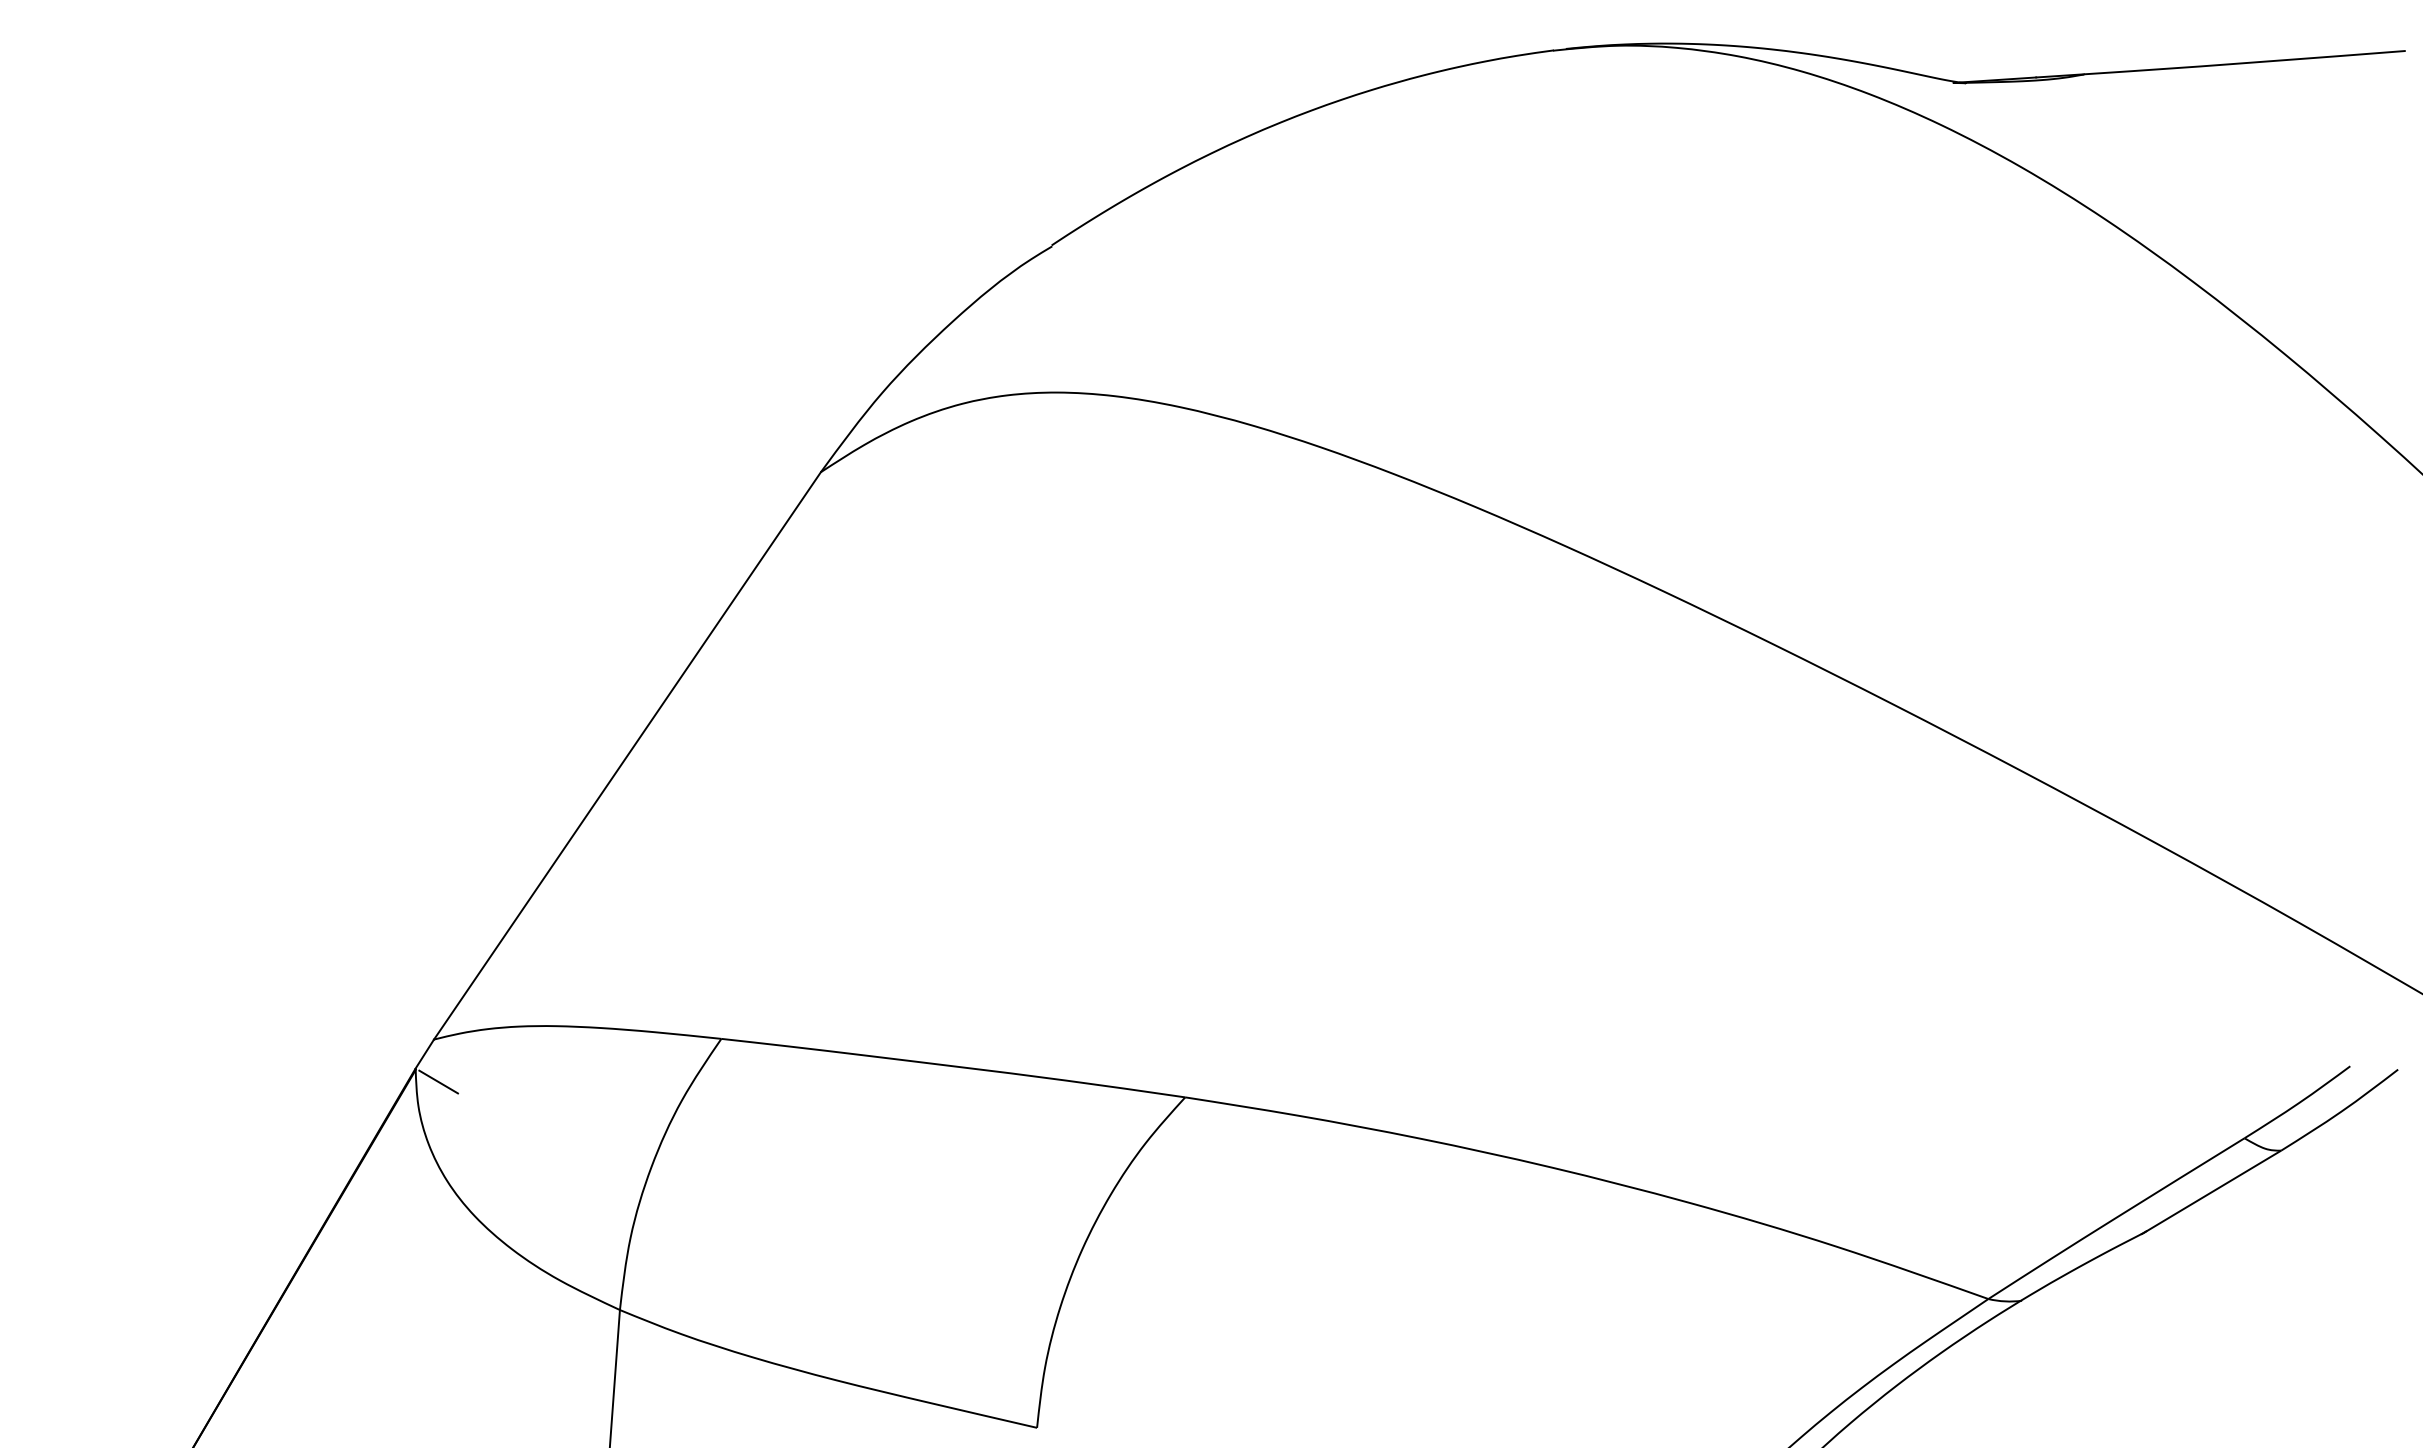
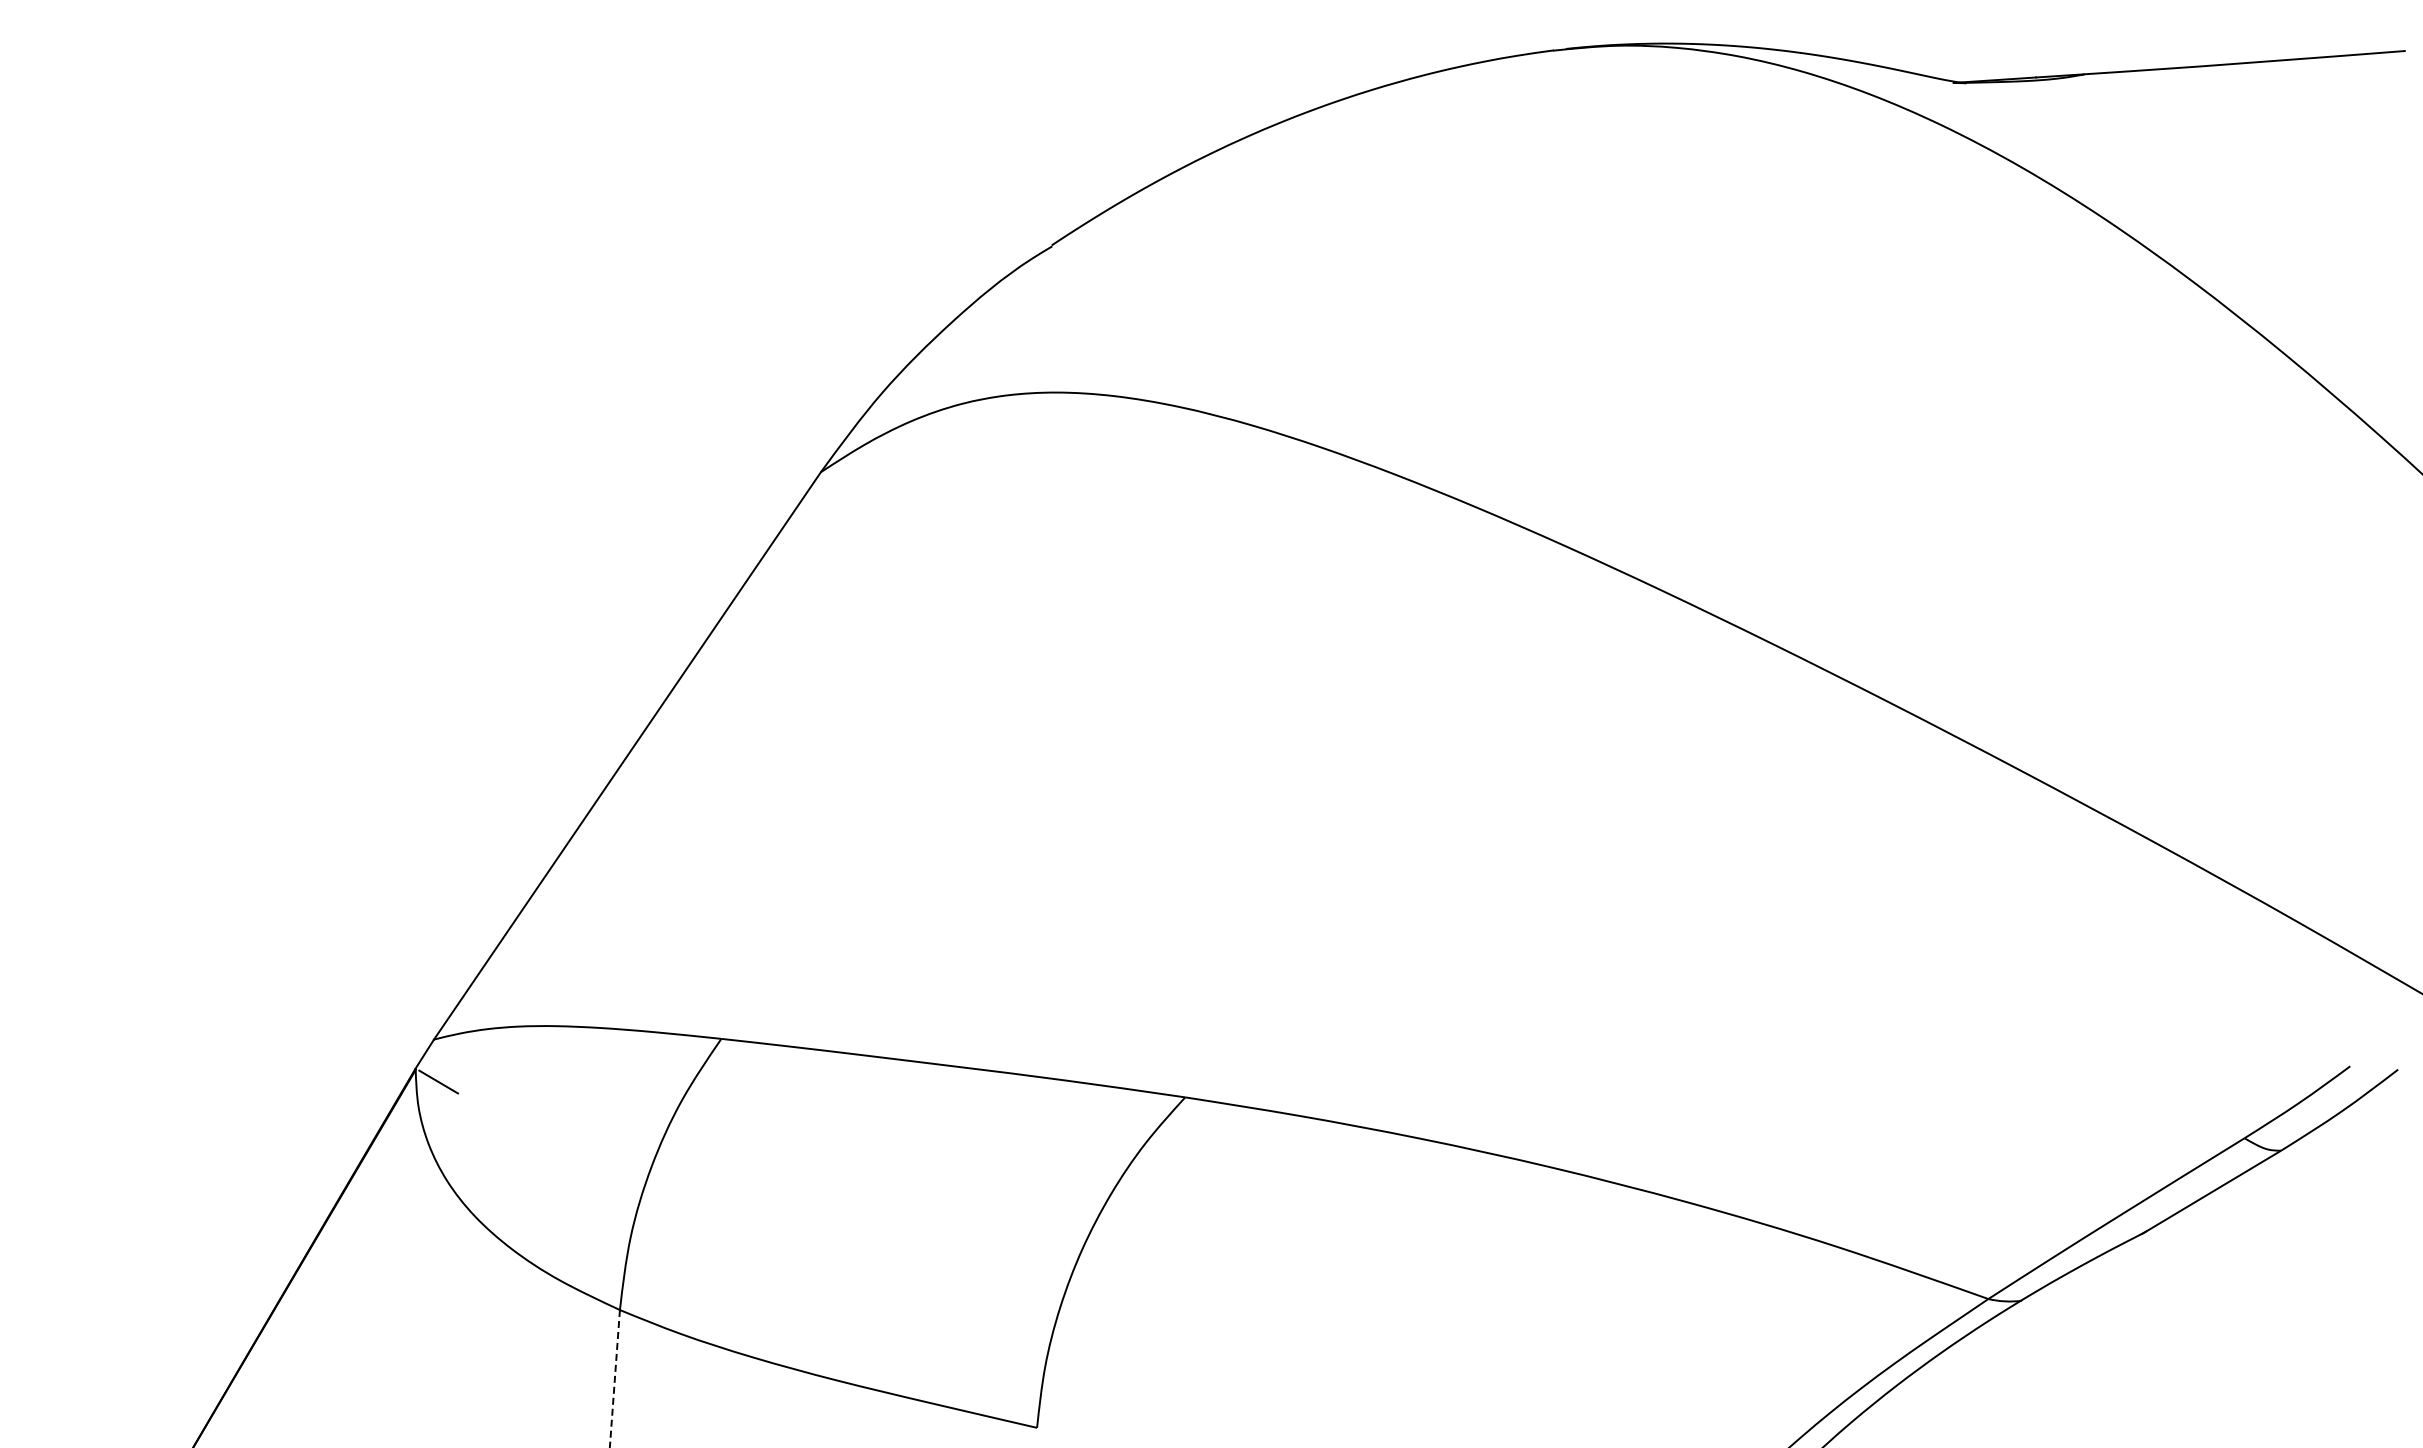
line at (614, 1378): solid -> dashed
